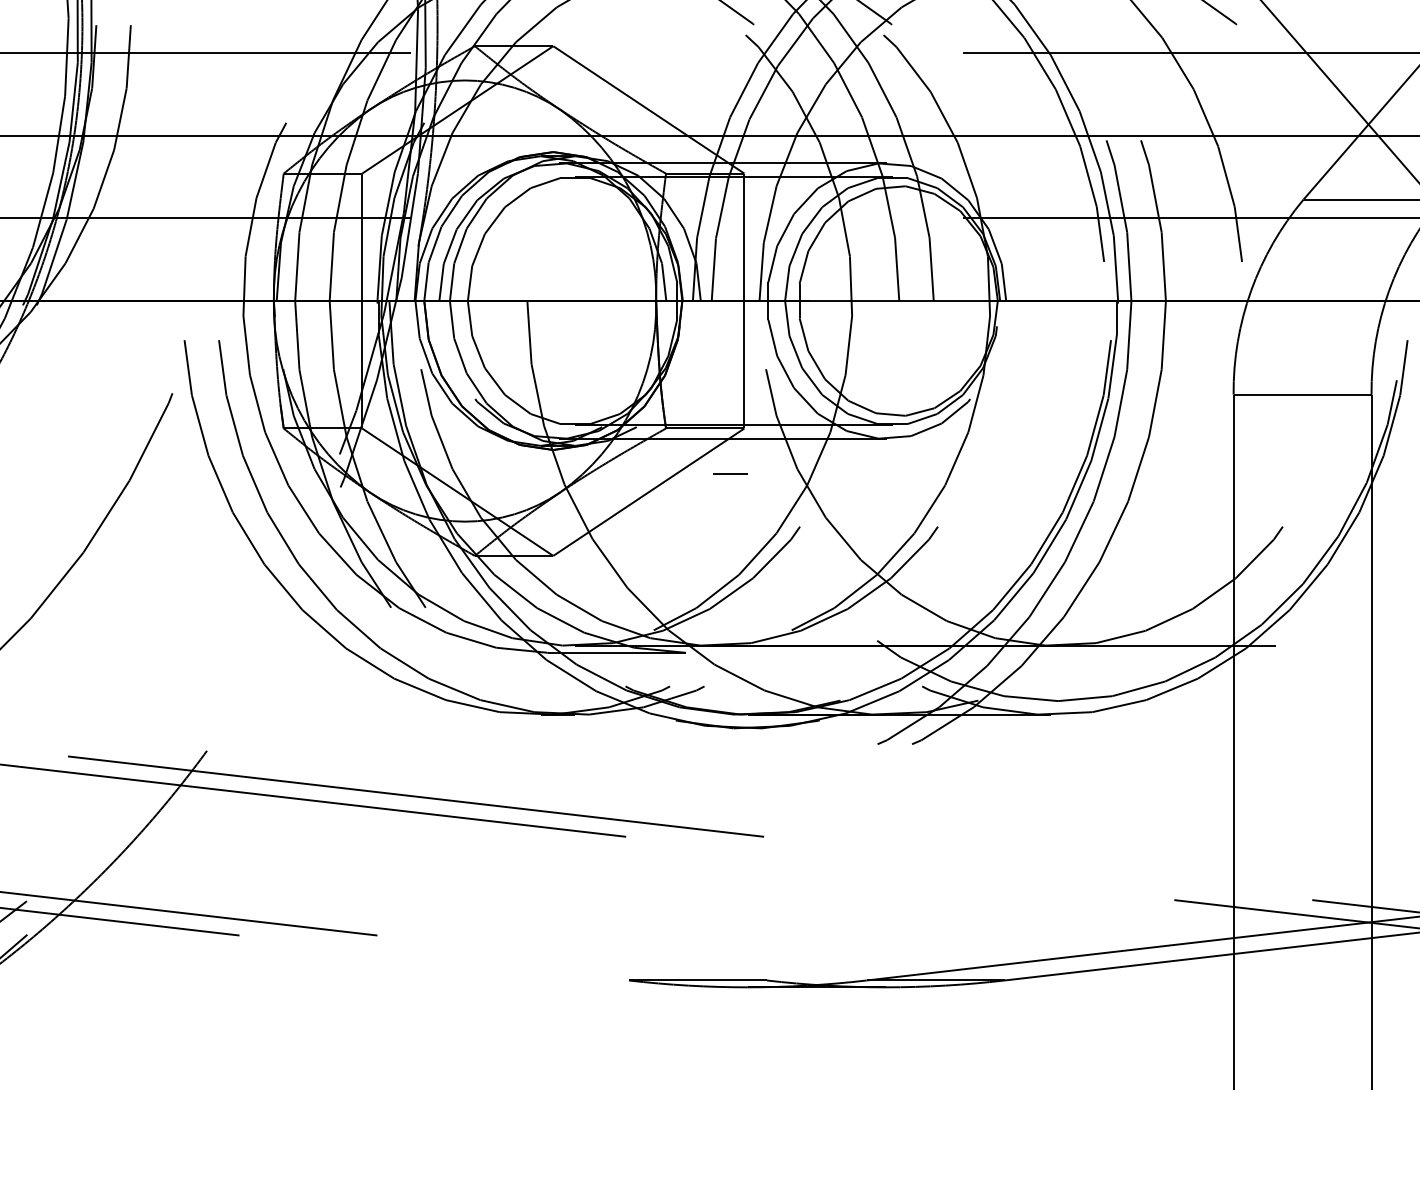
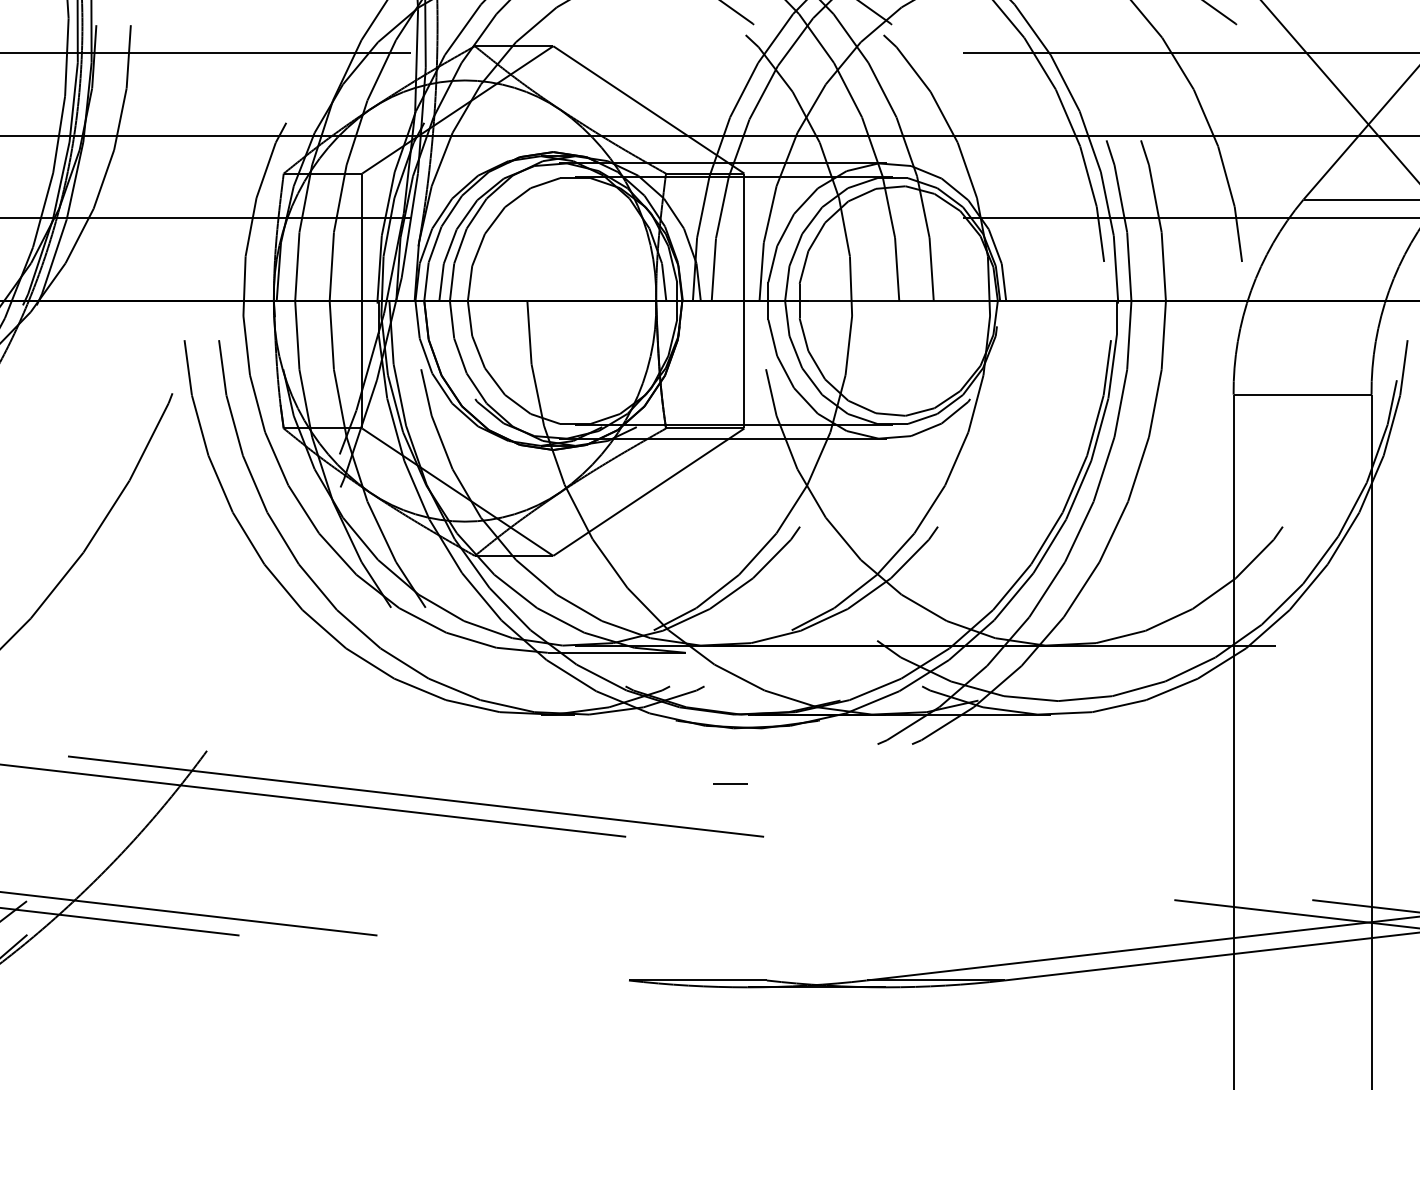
line at (730, 473) position: (730, 473) -> (730, 783)
